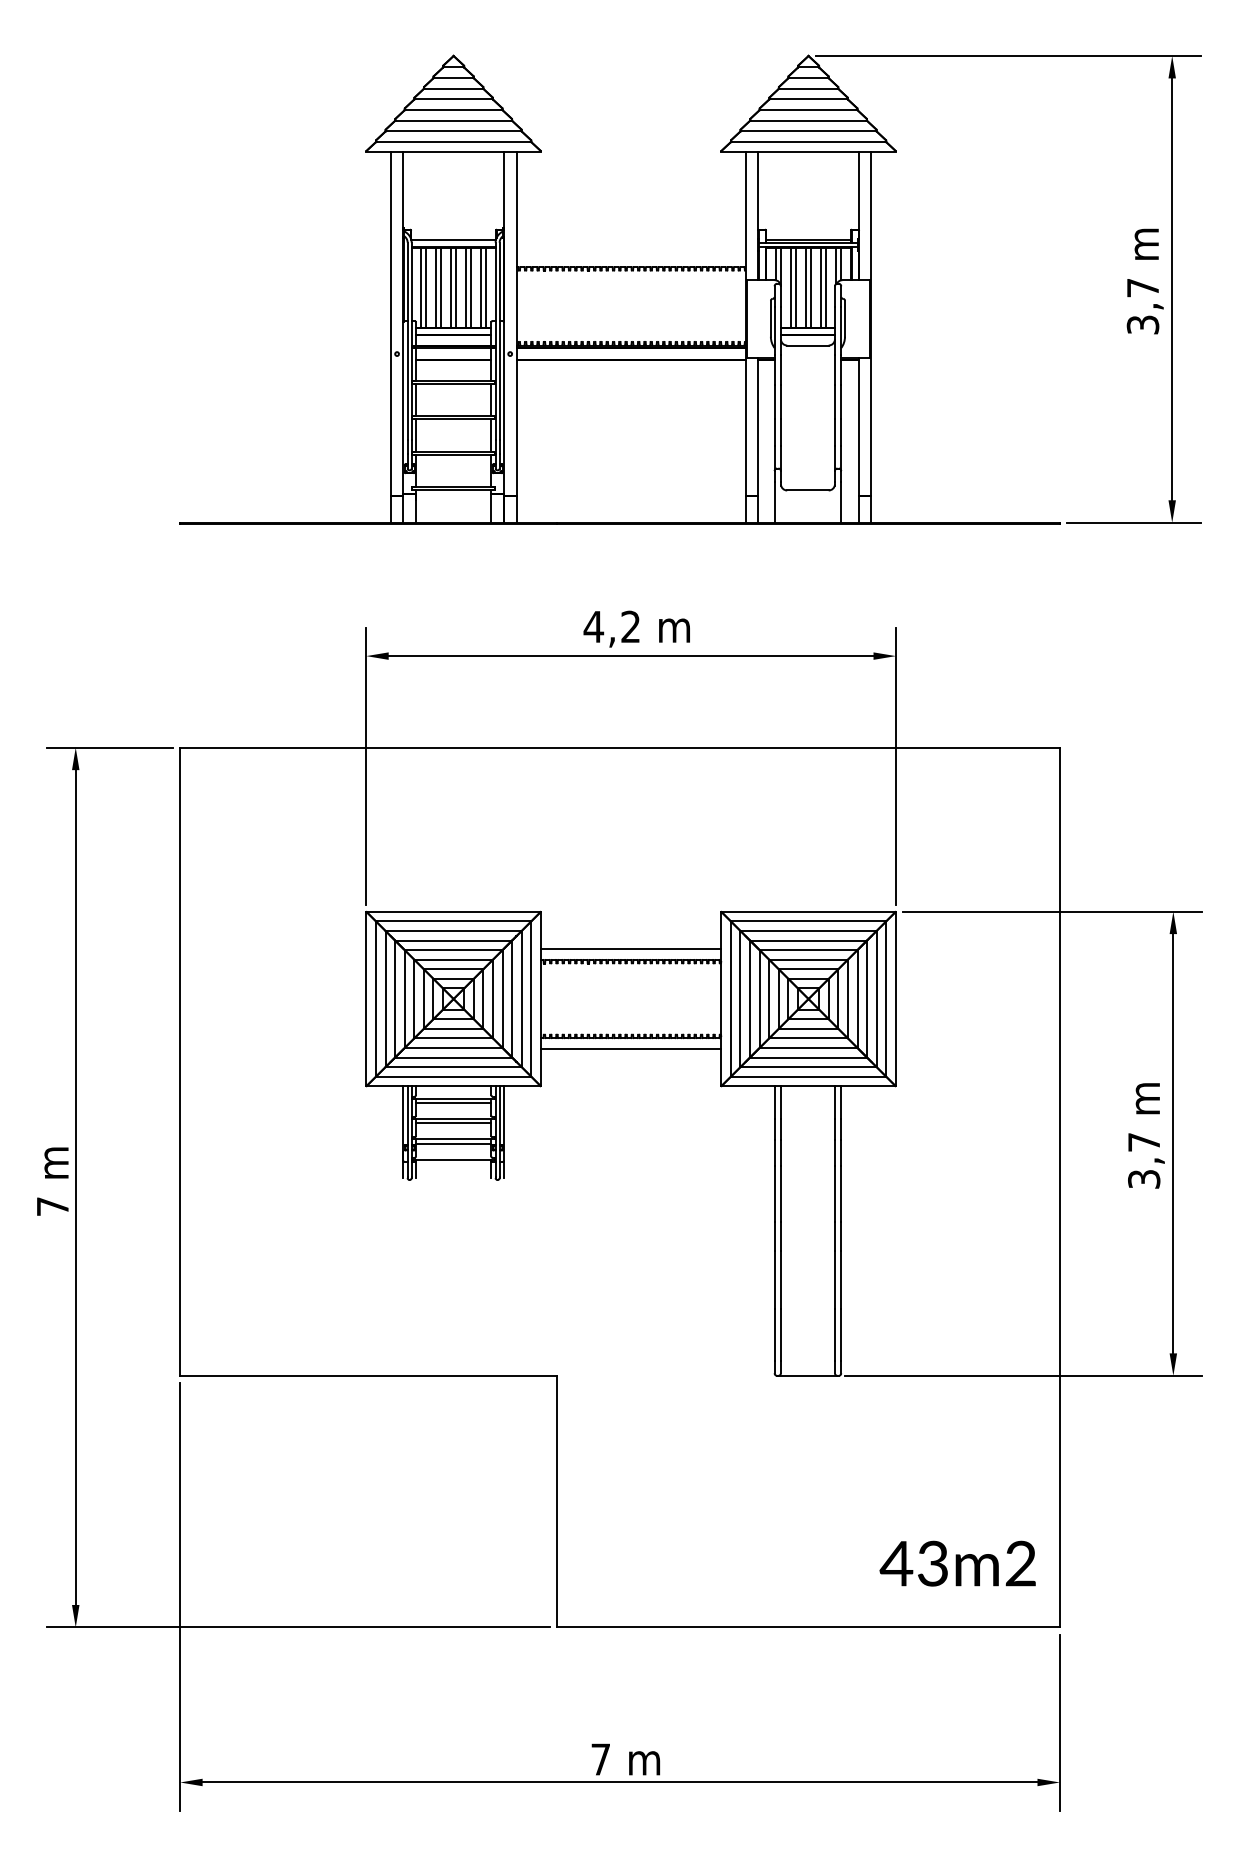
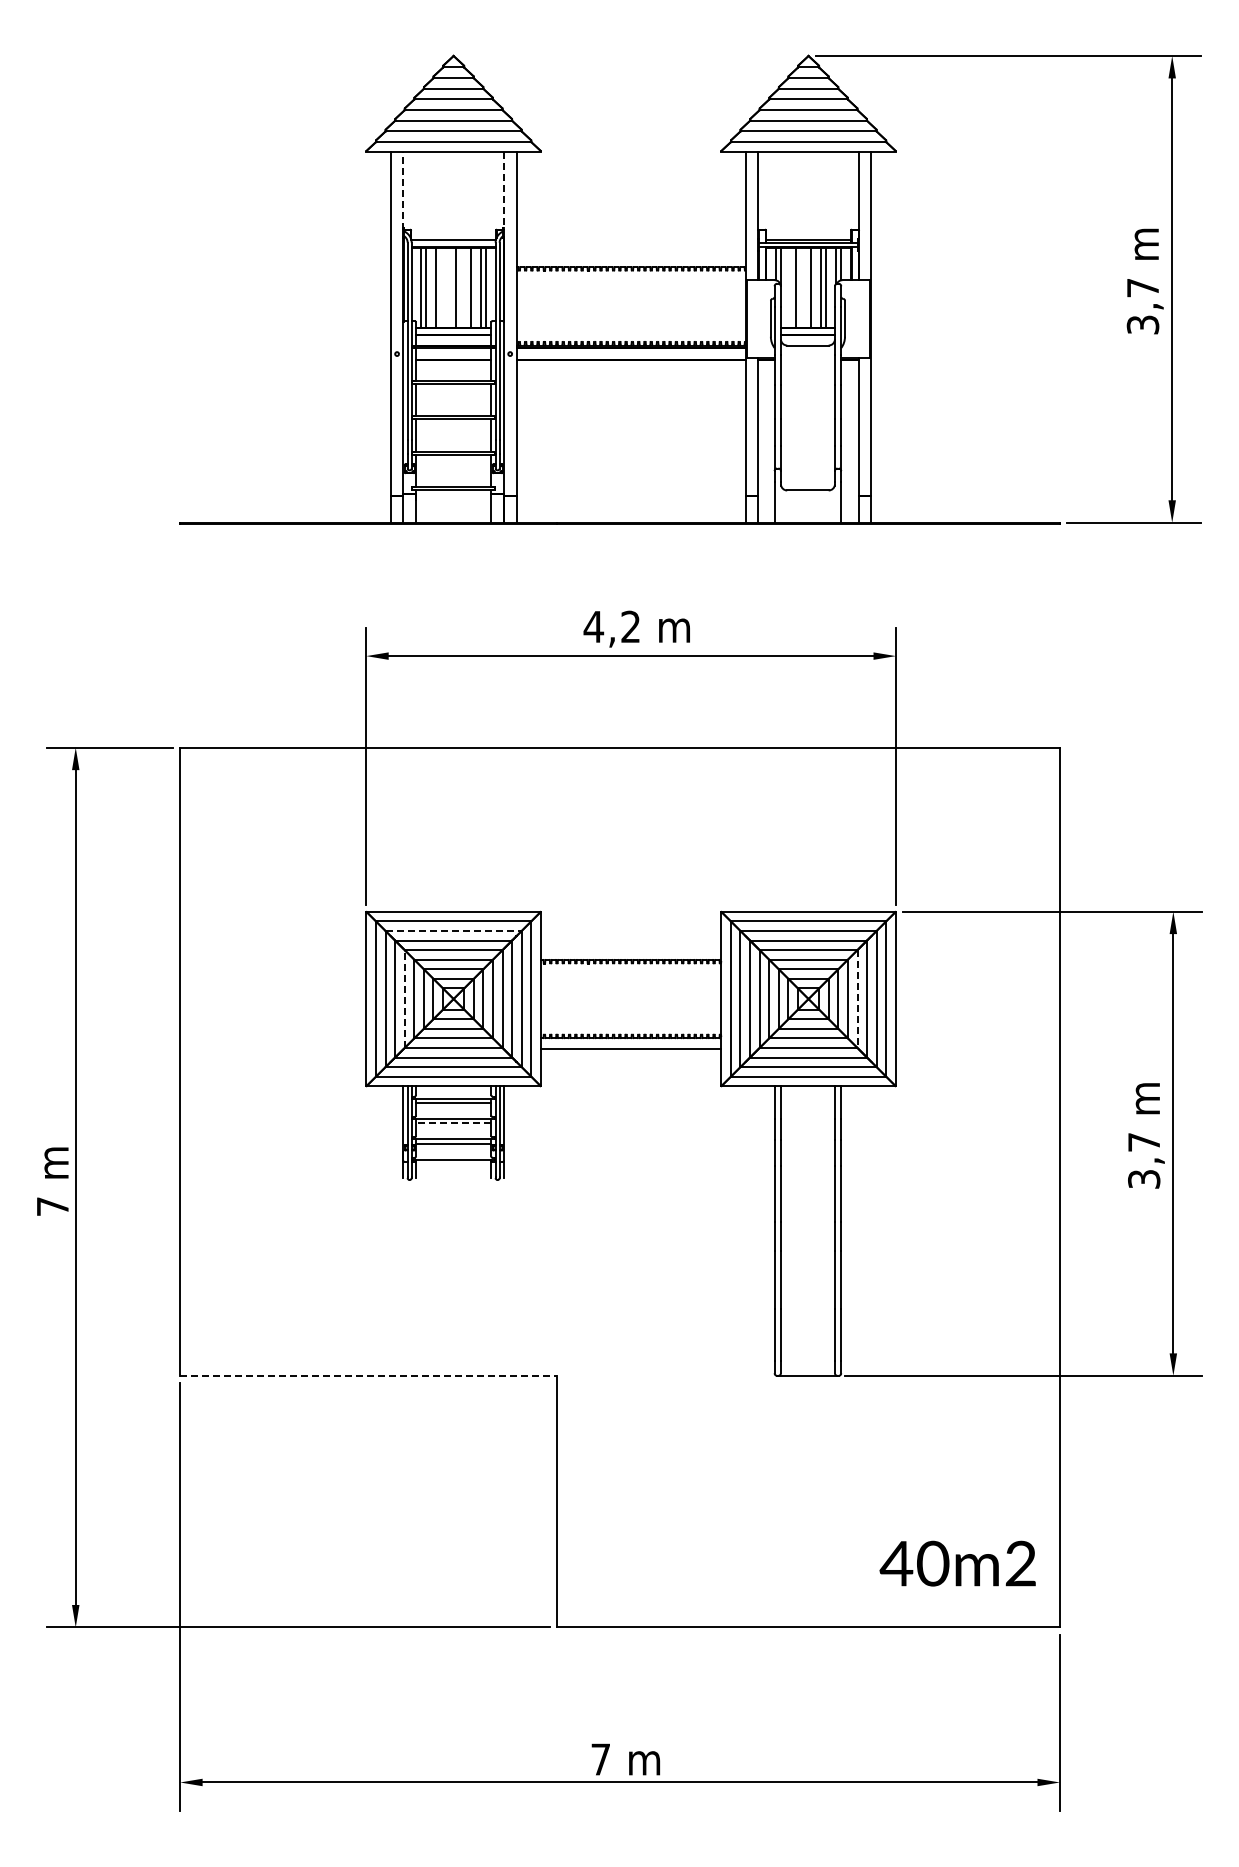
line at (403, 190): solid -> dashed
line at (503, 190): solid -> dashed
line at (441, 287): present -> none
line at (451, 287): present -> none
line at (466, 287): present -> none
line at (790, 287): present -> none
line at (806, 287): present -> none
line at (454, 930): solid -> dashed
line at (631, 948): present -> none
line at (404, 999): solid -> dashed
line at (857, 999): solid -> dashed
line at (453, 1123): solid -> dashed
line at (368, 1376): solid -> dashed
text at (933, 1563): 43m2 -> 40m2
